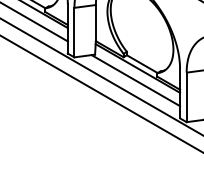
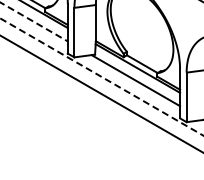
line at (34, 22): solid -> dashed
line at (102, 77): solid -> dashed
